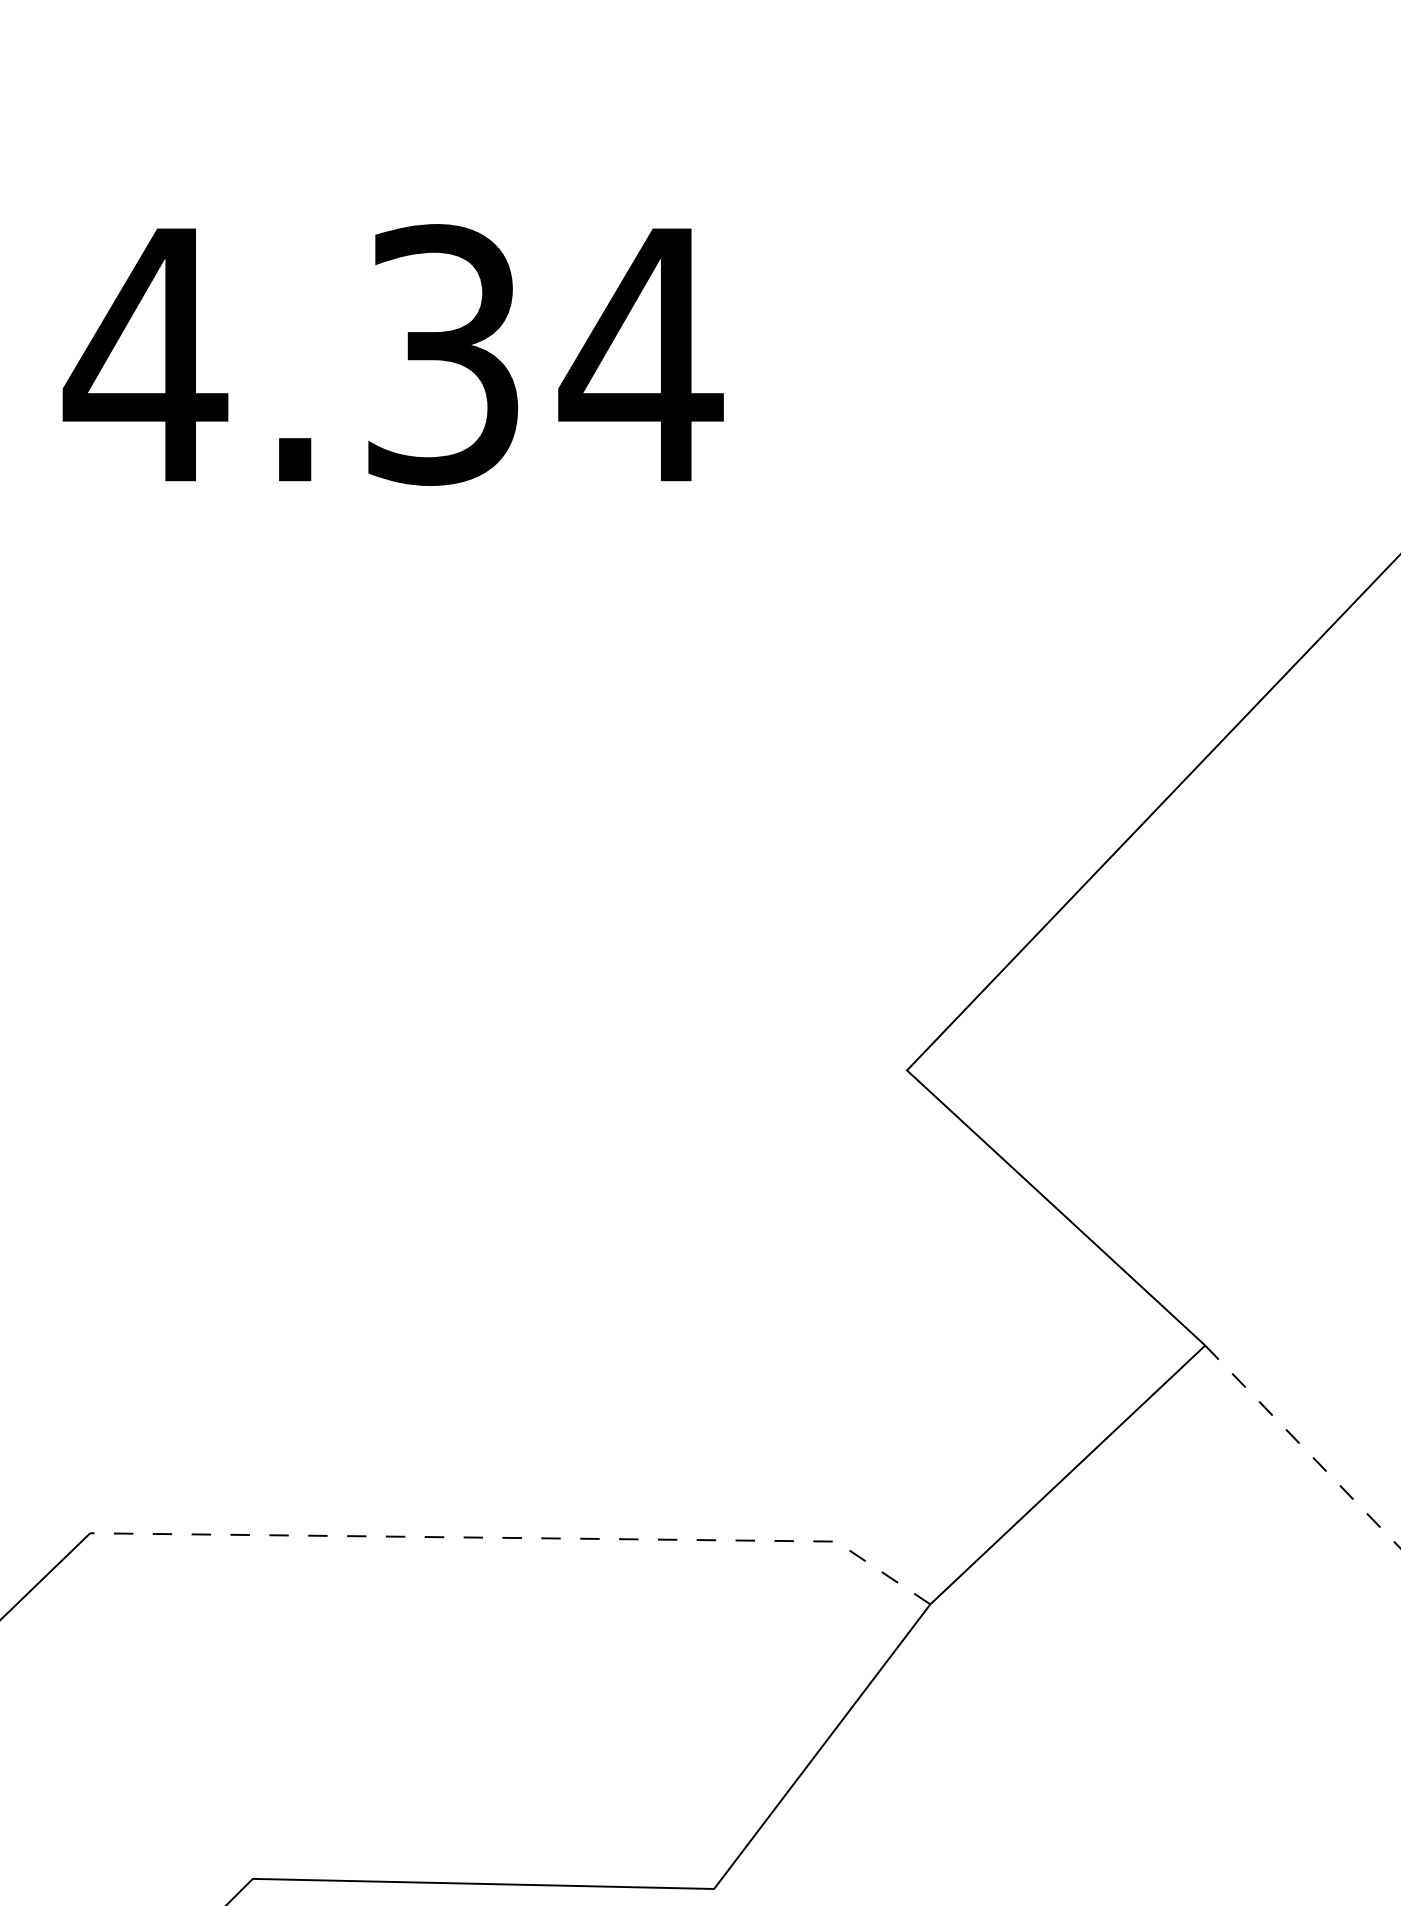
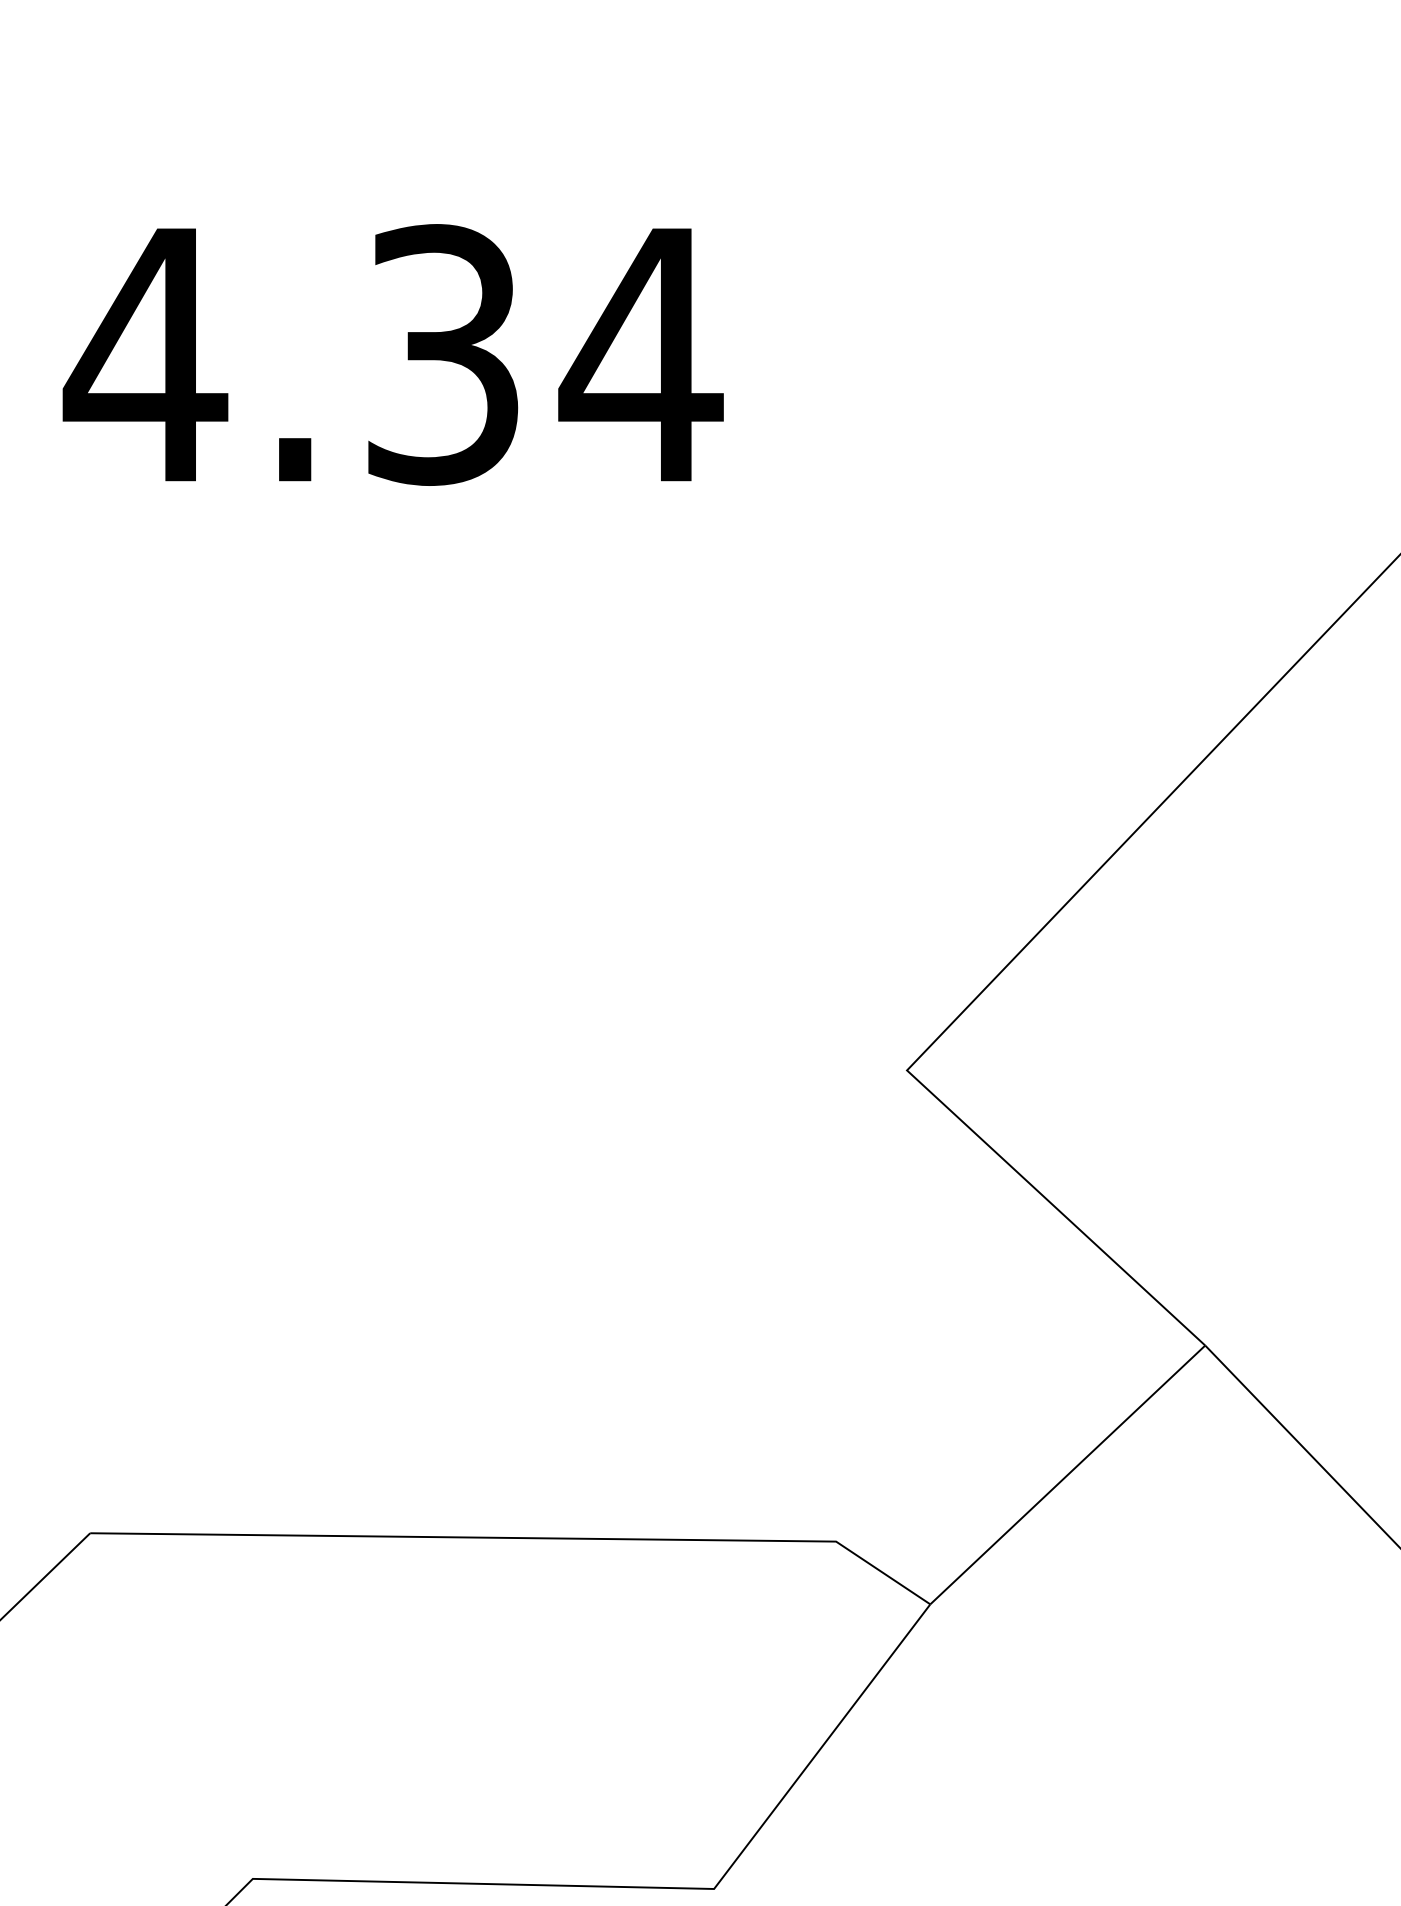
line at (1303, 1447): dashed -> solid
line at (520, 1538): dashed -> solid
